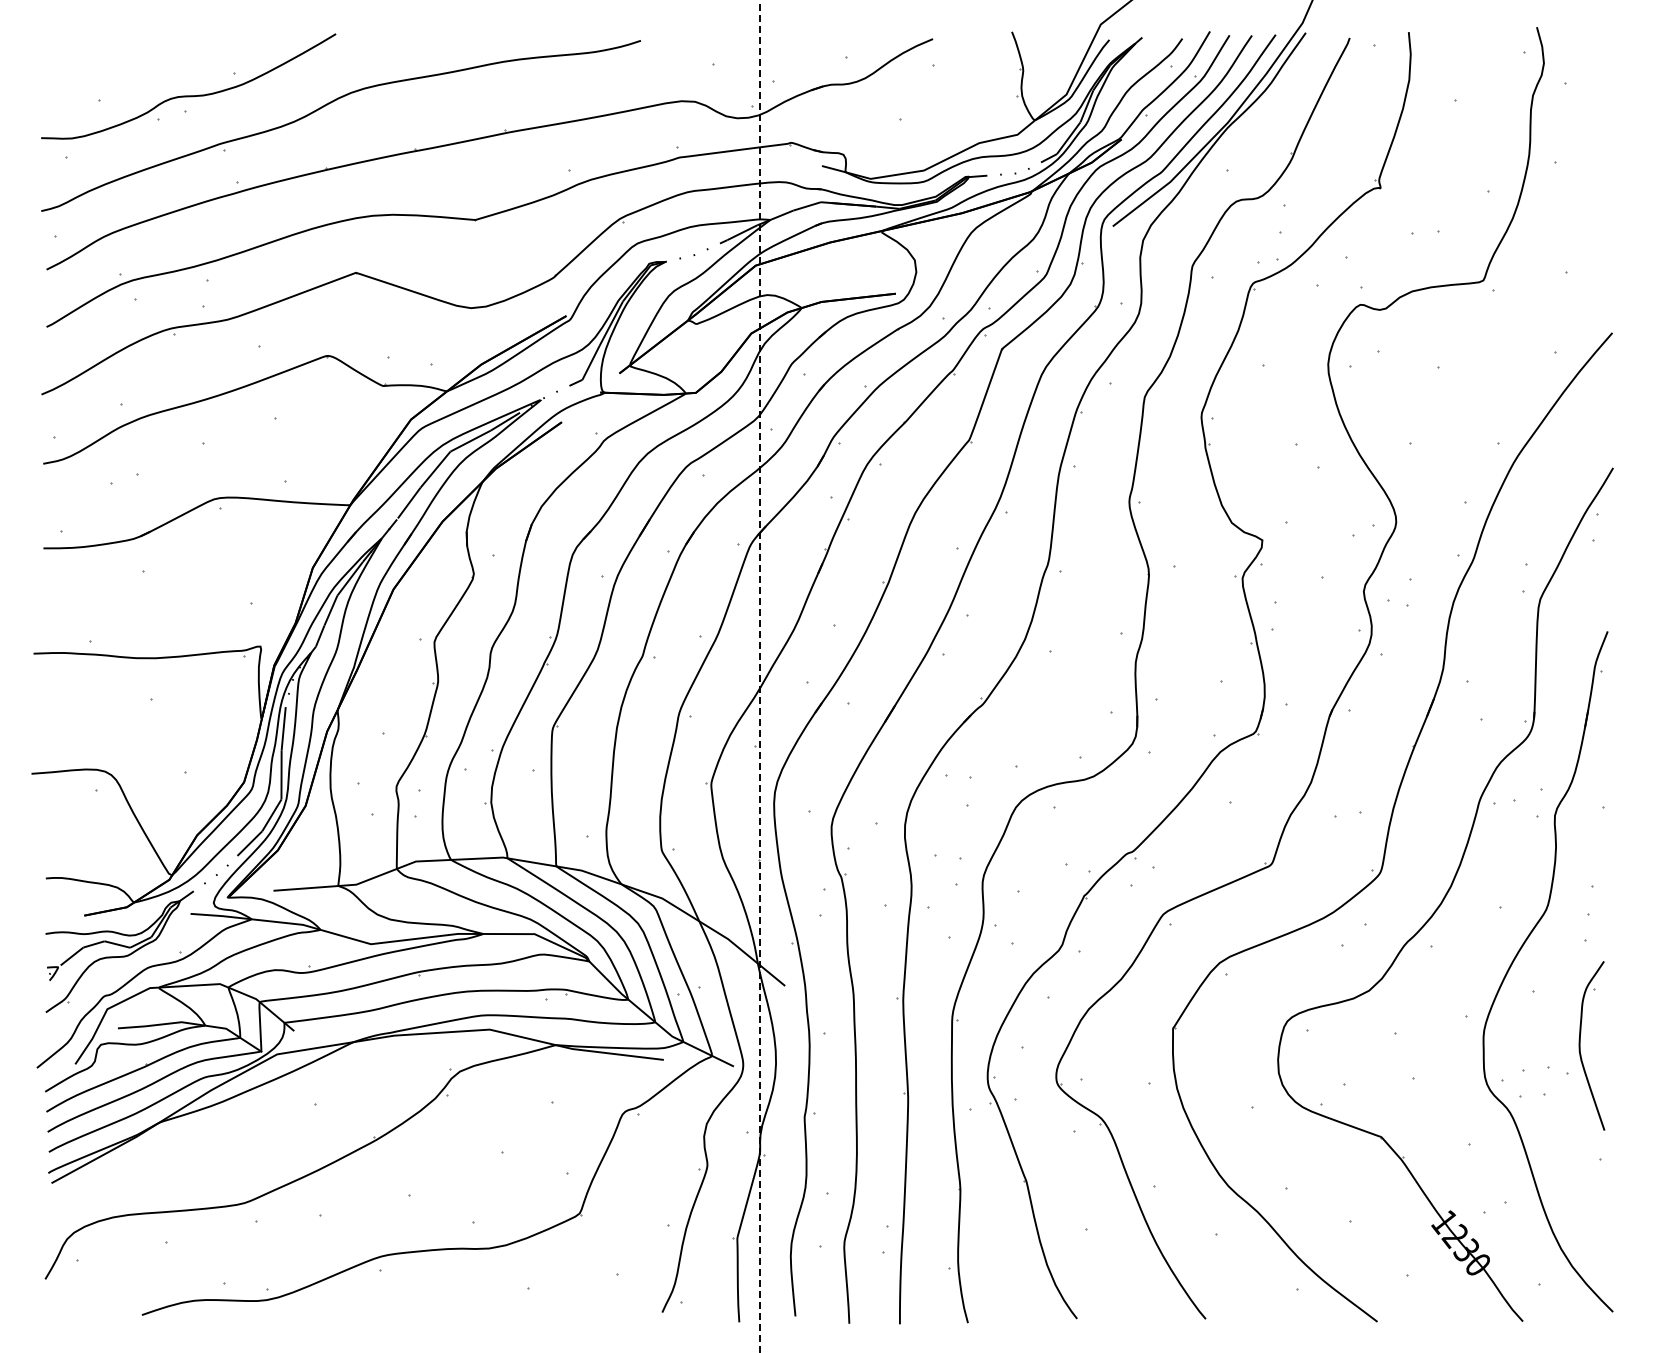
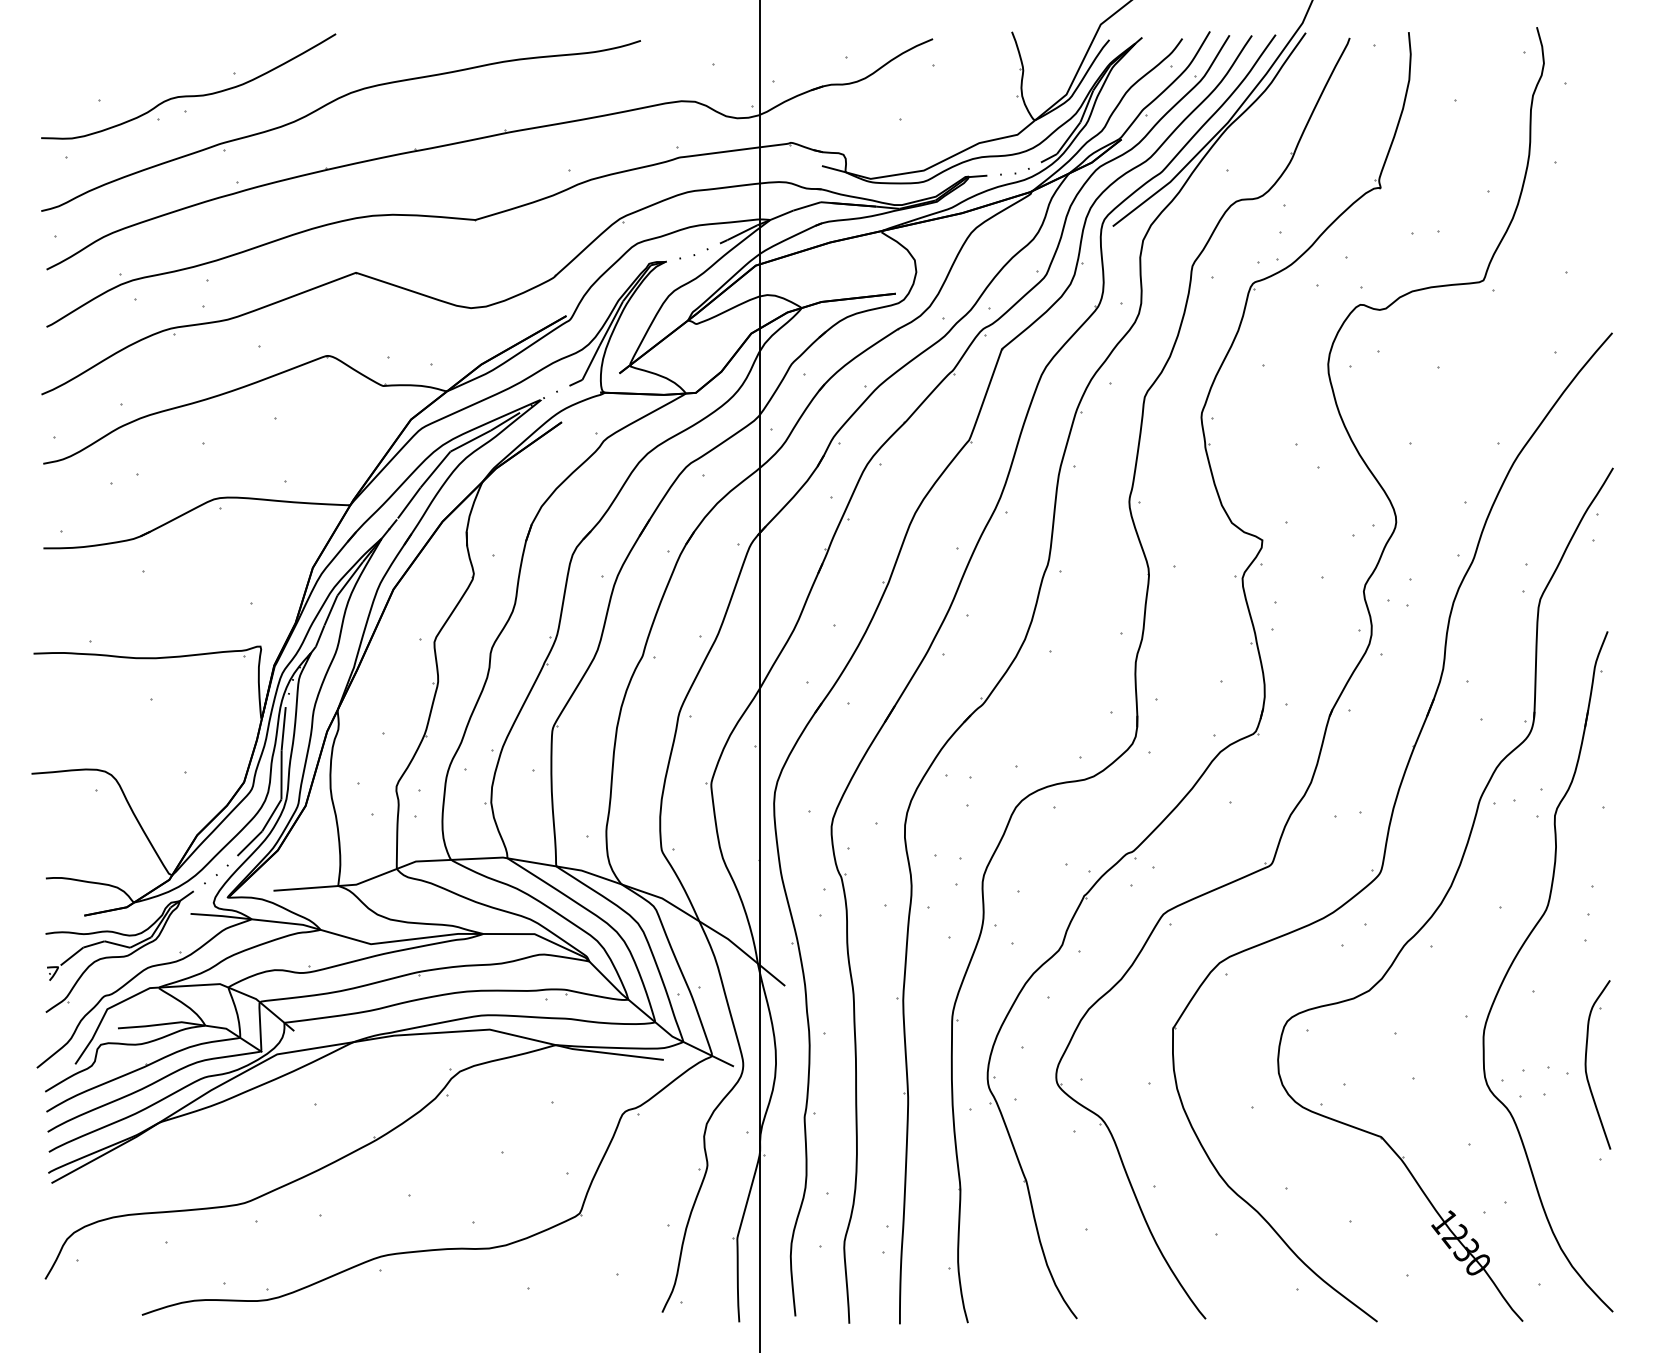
line at (759, 675): dashed -> solid
part at (1580, 1045) position: (1580, 1045) -> (1586, 1064)
